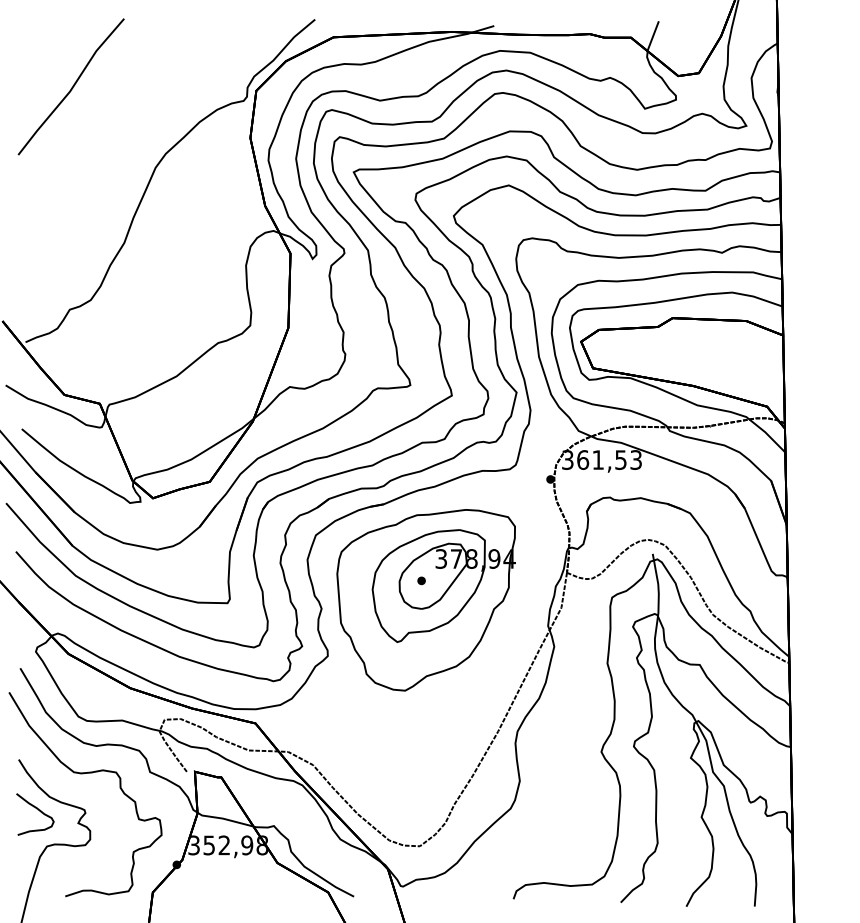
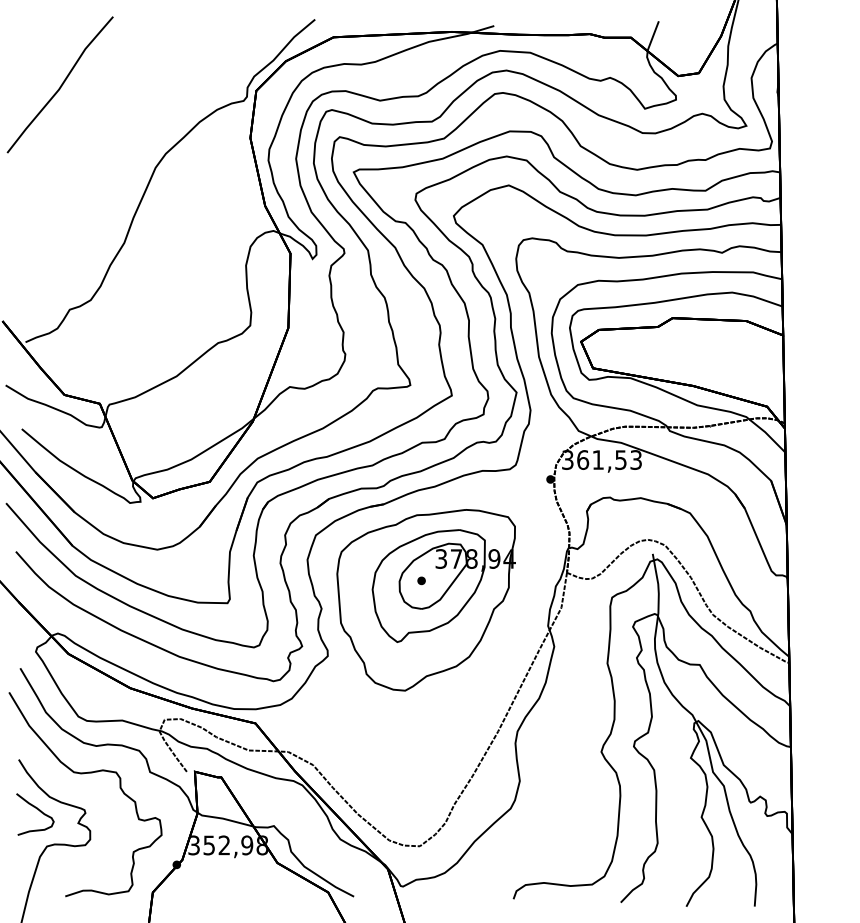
line at (71, 87) position: (71, 87) -> (60, 85)
